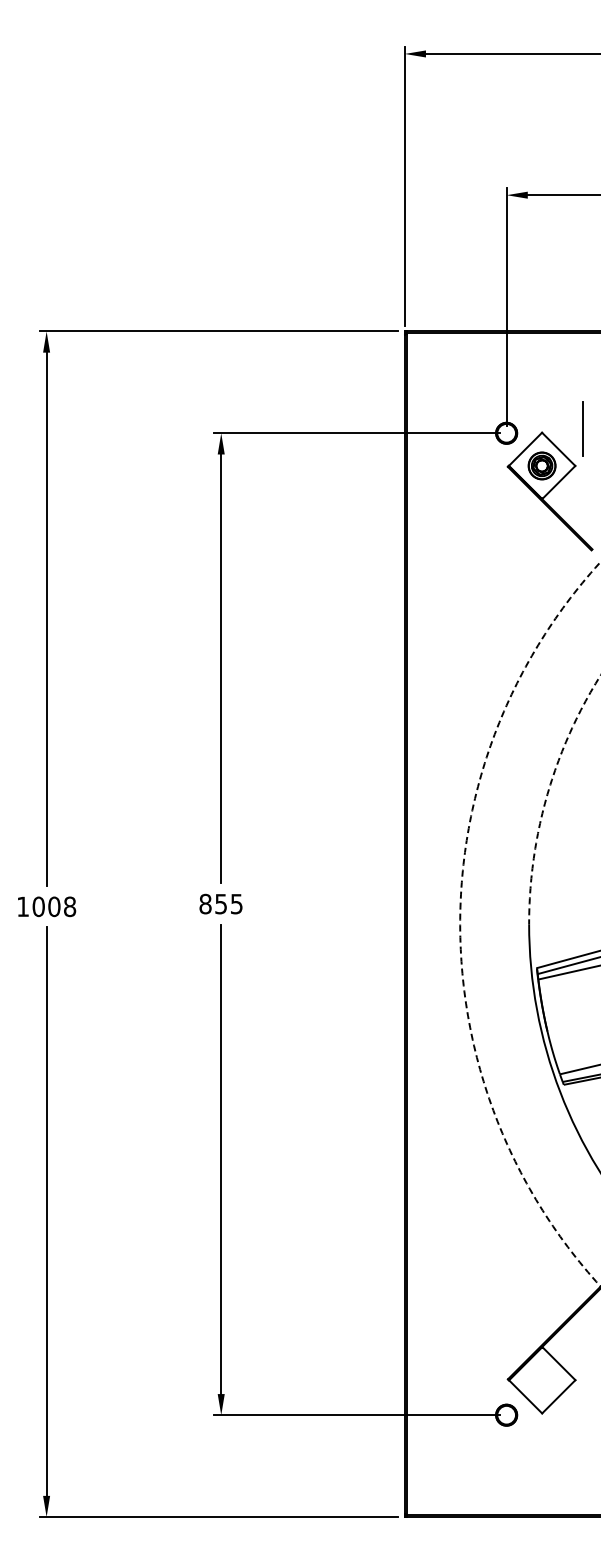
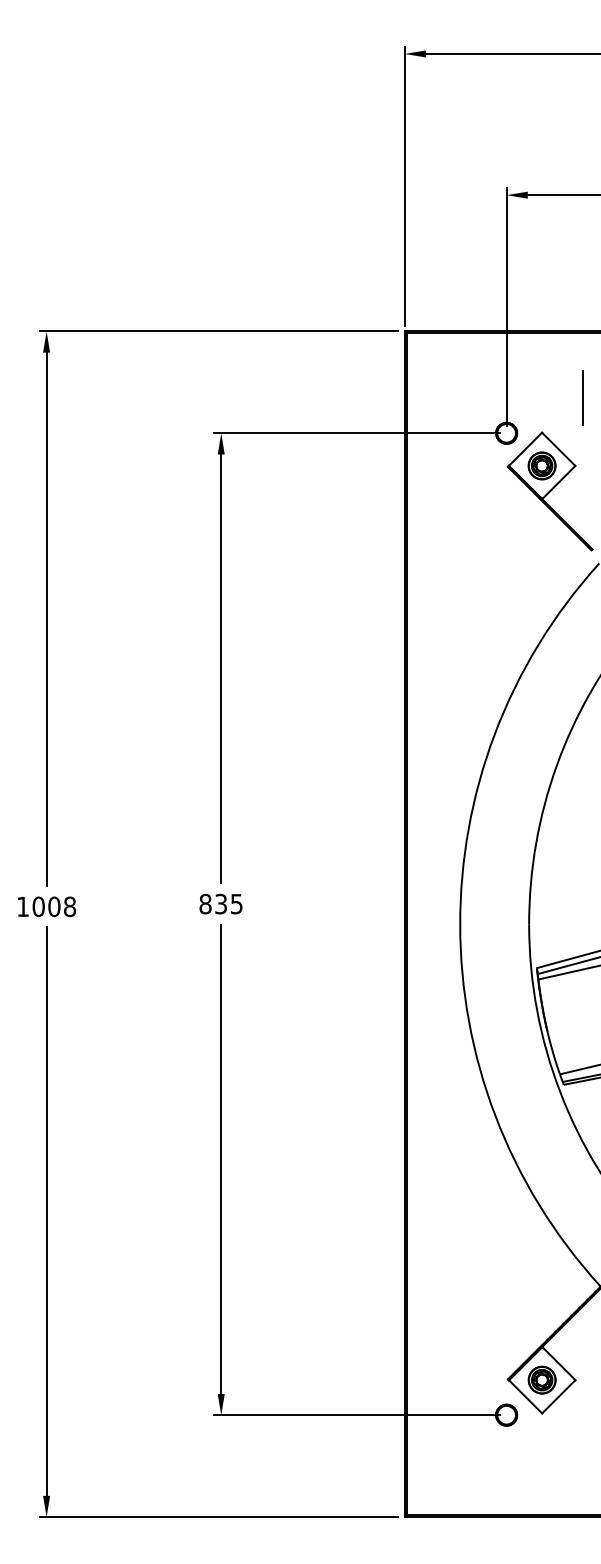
line at (582, 428) position: (582, 428) -> (582, 397)
arc at (547, 793): dashed -> solid
text at (220, 903): 855 -> 835
arc at (460, 925): dashed -> solid
part at (541, 1379): none -> present
